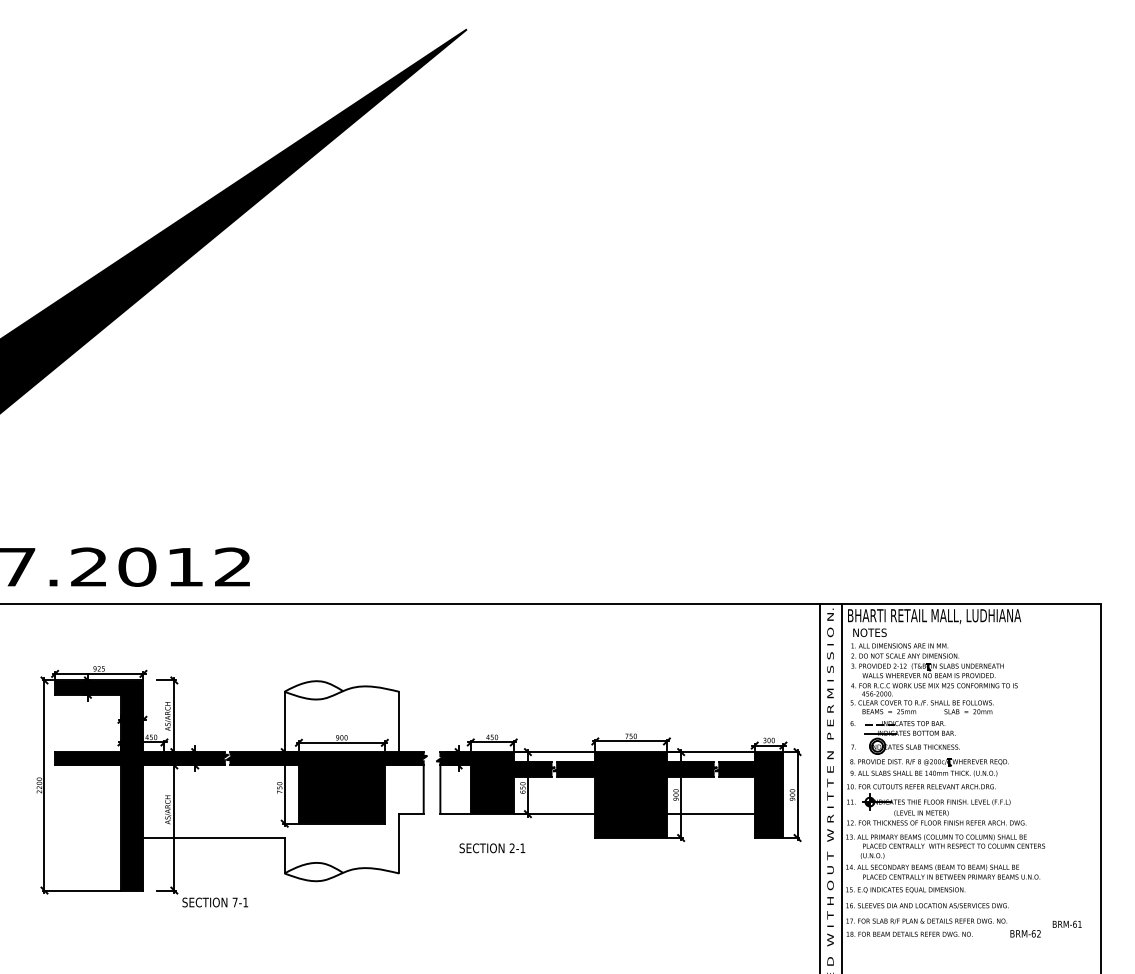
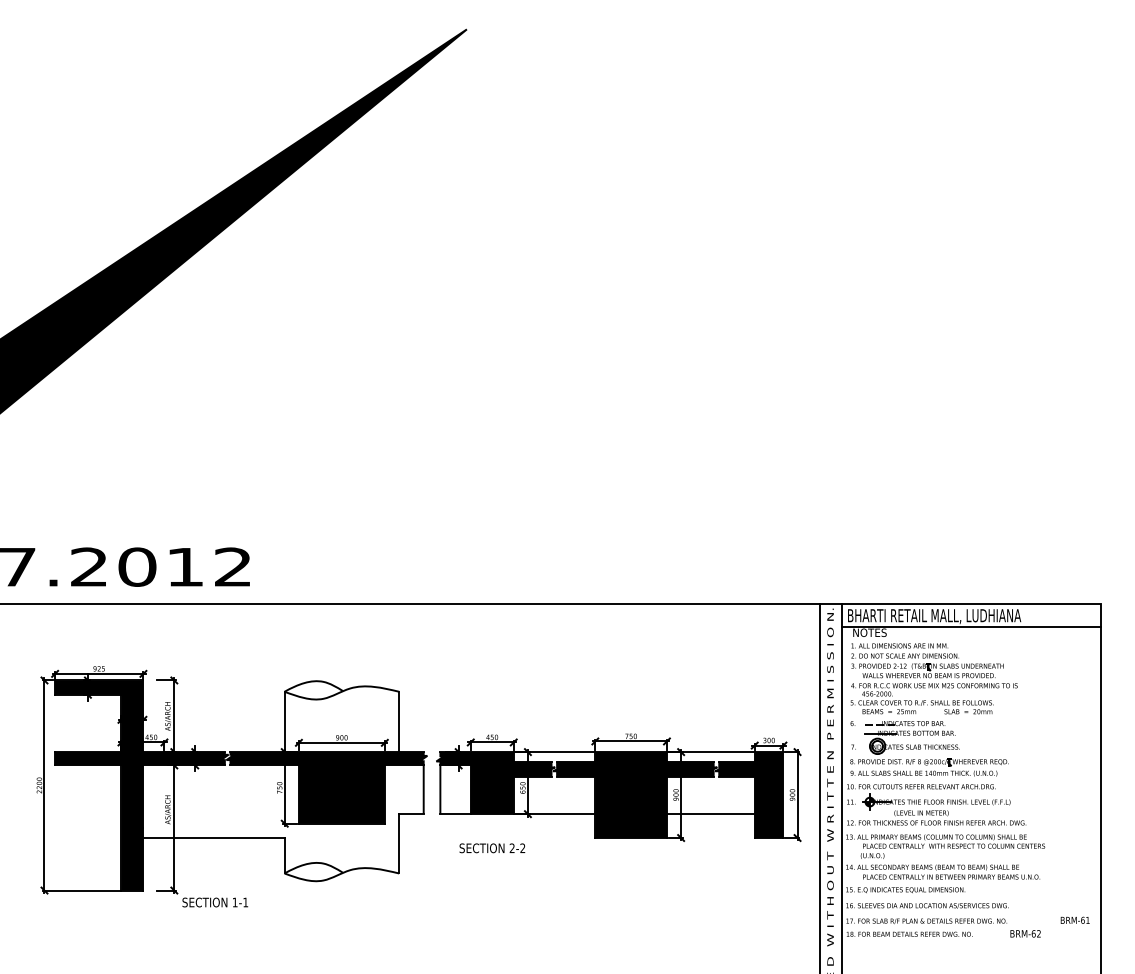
line at (971, 627): none -> present
text at (522, 847): 2-1 -> 2-2
text at (234, 902): 7-1 -> 1-1
text at (1066, 923) position: (1066, 923) -> (1074, 919)
